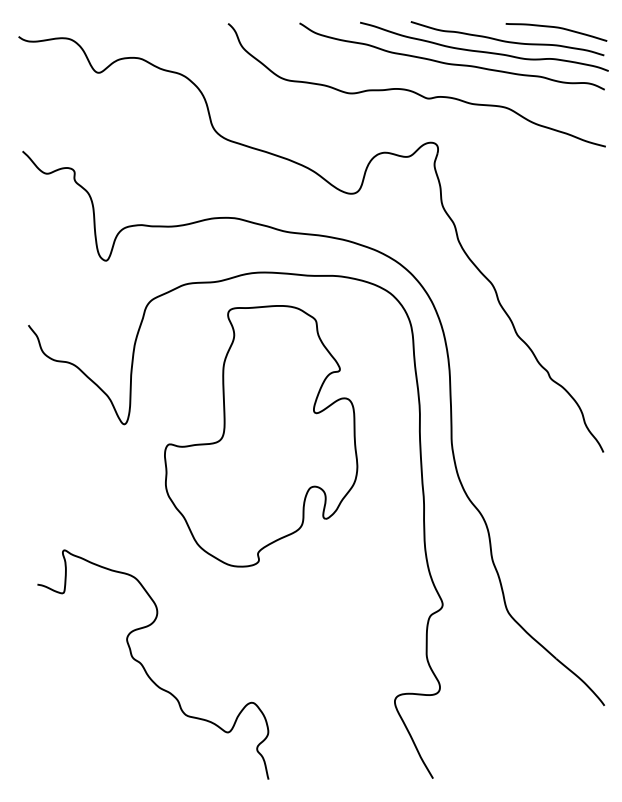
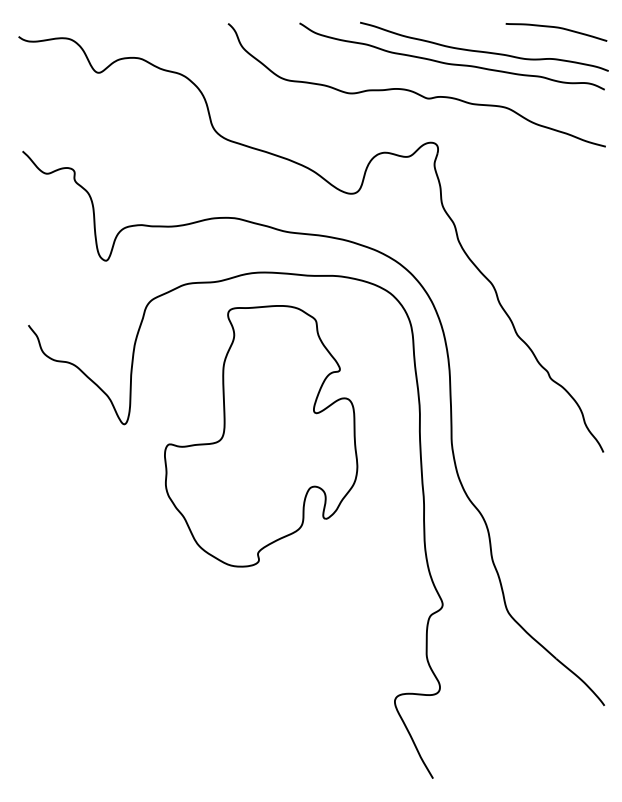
curve at (506, 40): present -> none
curve at (145, 668): present -> none
